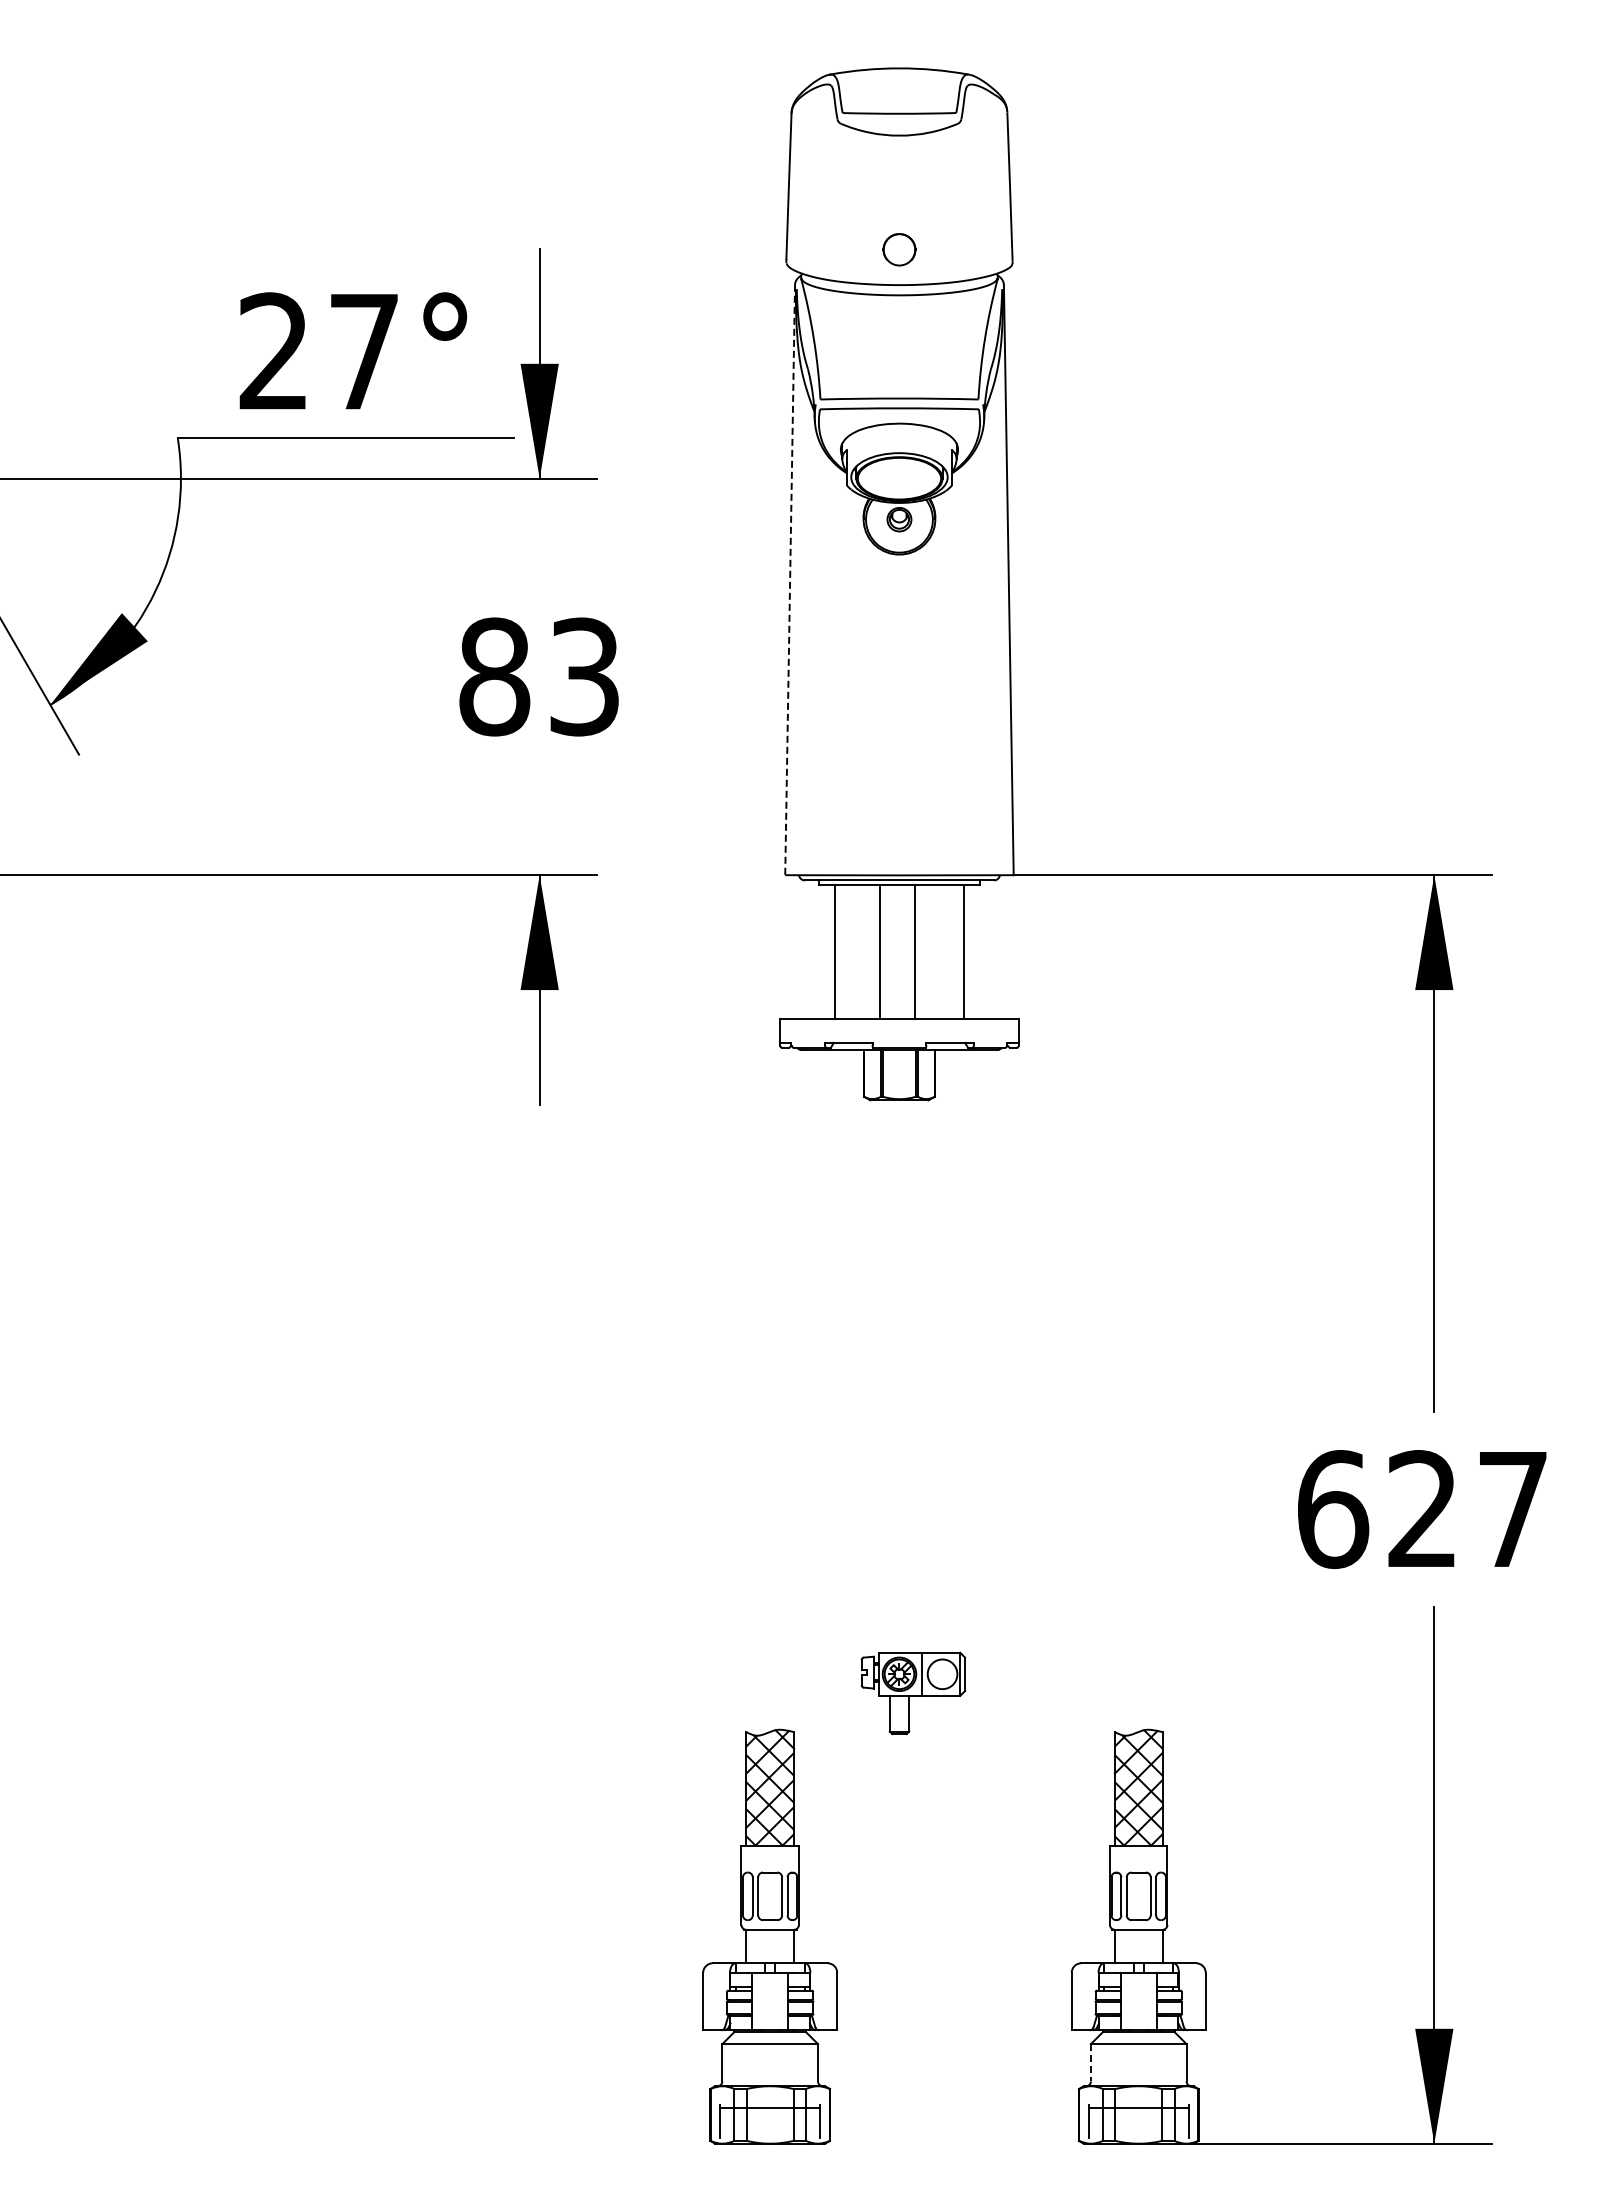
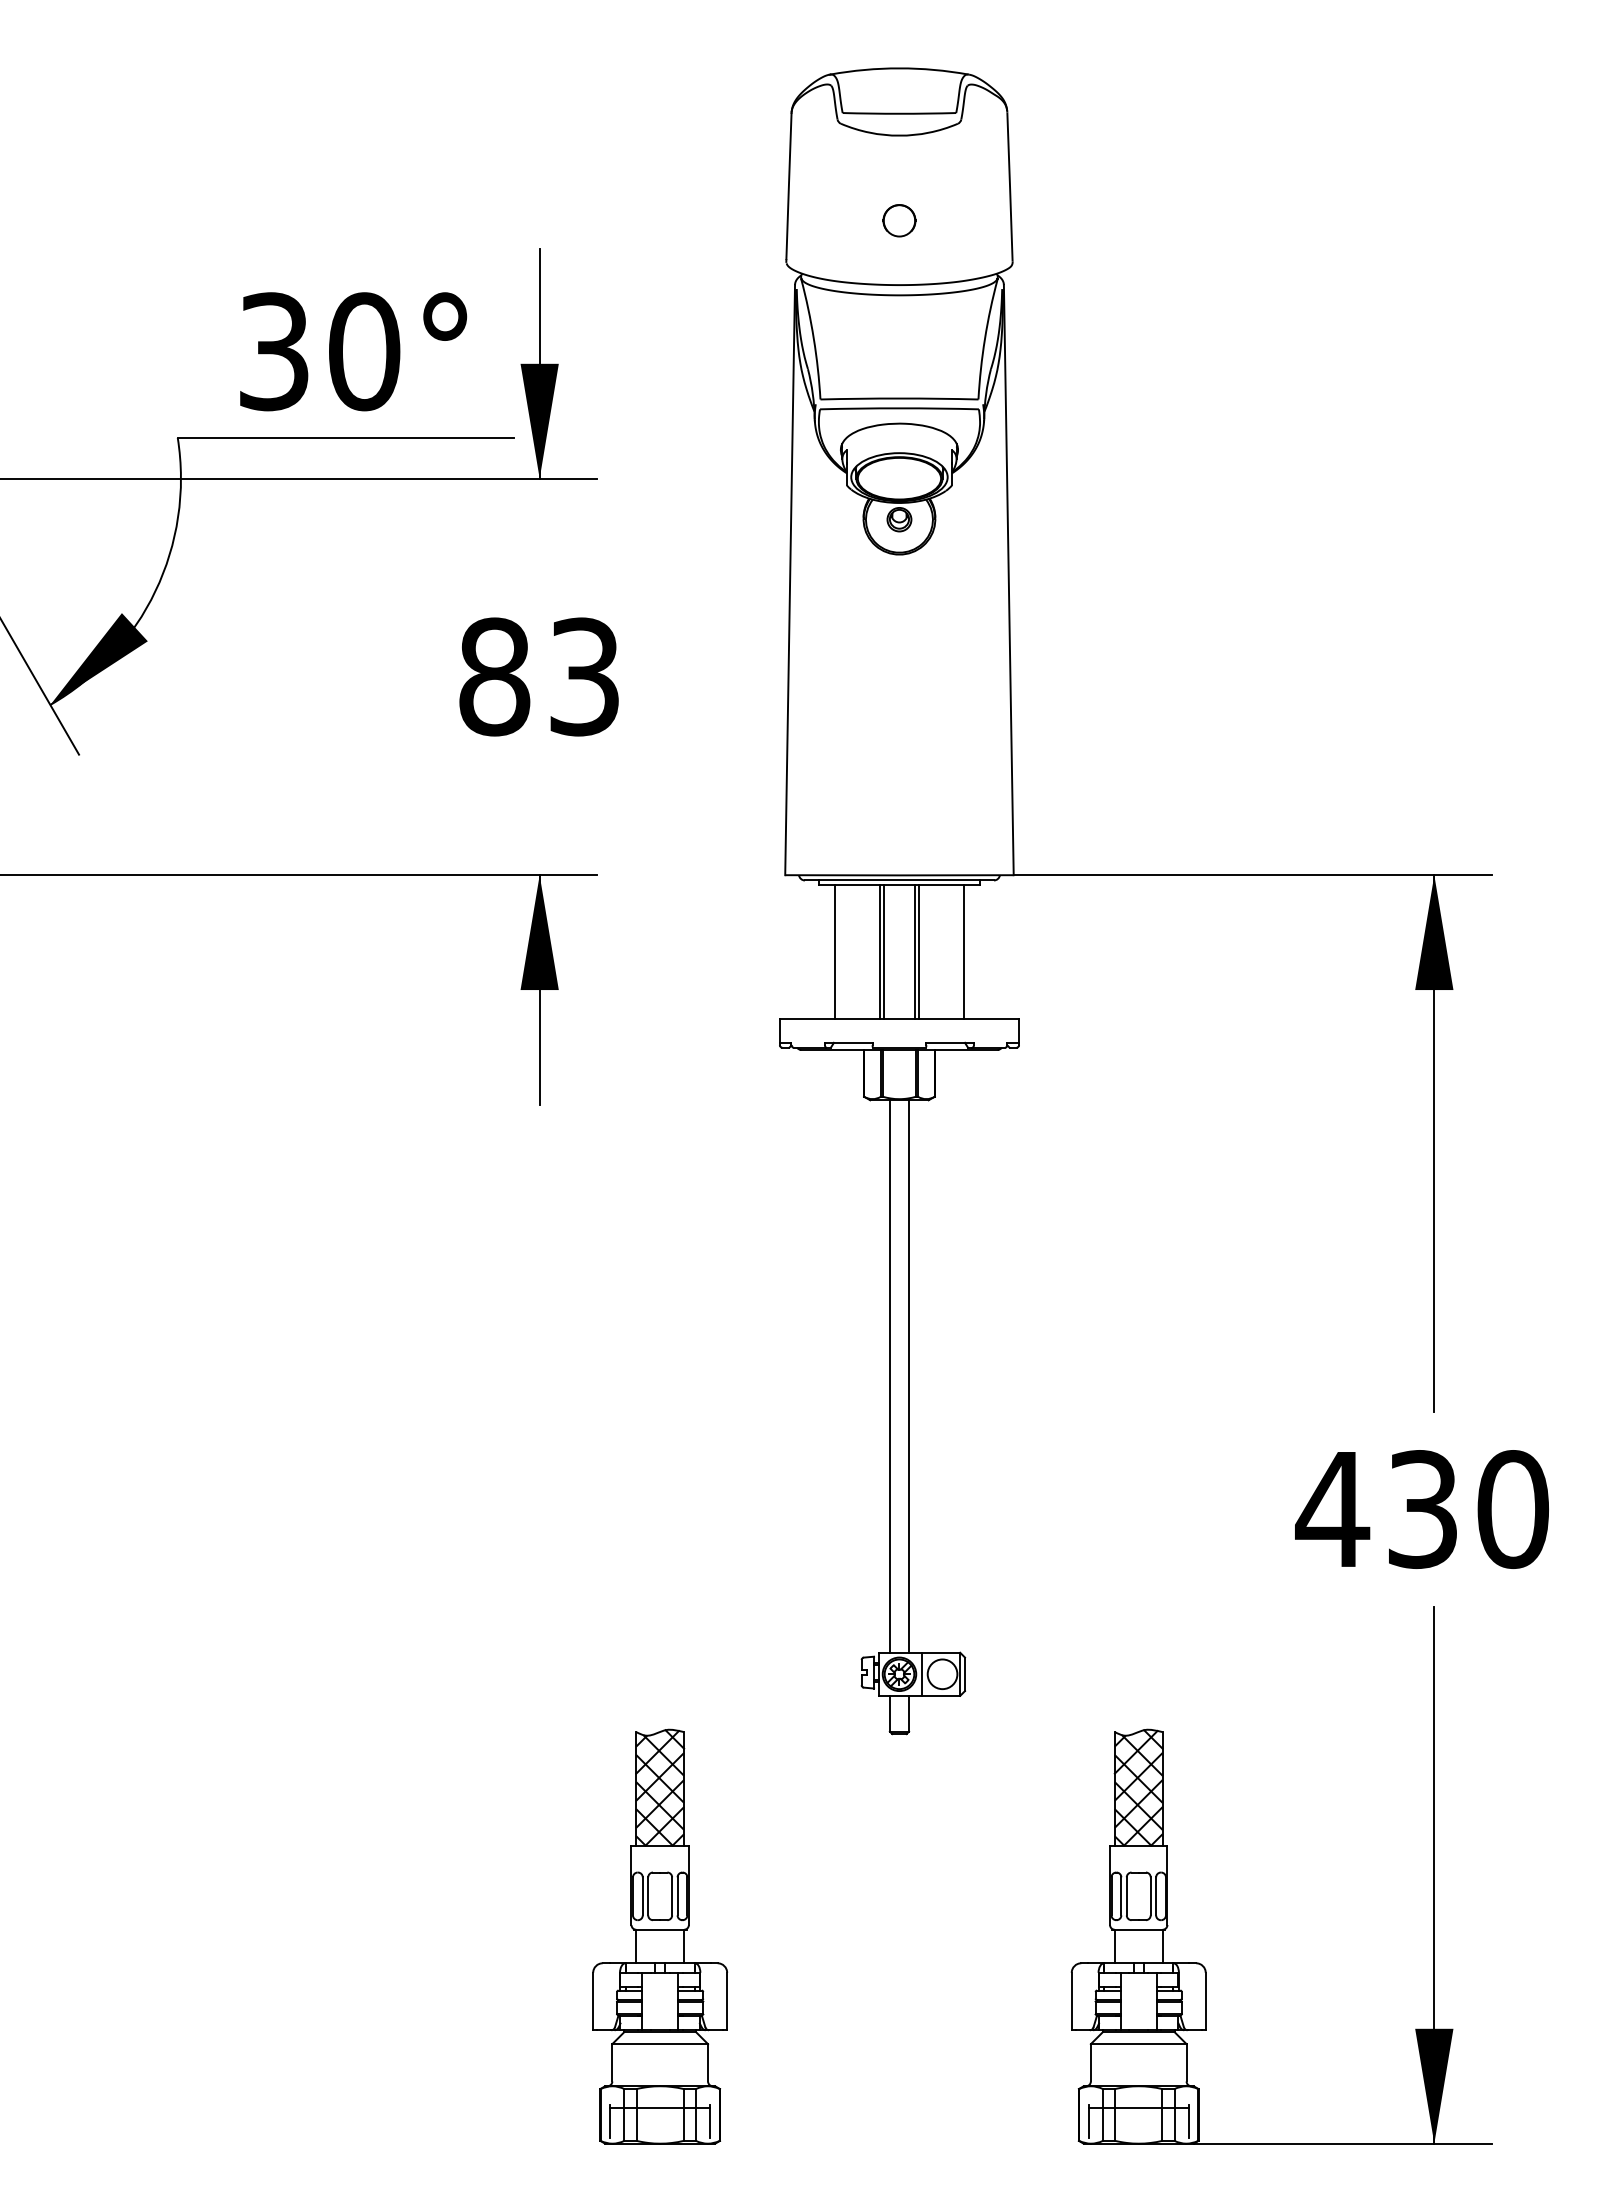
part at (899, 249) position: (899, 249) -> (899, 220)
text at (319, 351): 27° -> 30°
line at (790, 580): dashed -> solid
line at (883, 951): none -> present
line at (918, 951): none -> present
line at (889, 1376): none -> present
line at (909, 1376): none -> present
text at (1421, 1509): 627 -> 430
part at (769, 1936) position: (769, 1936) -> (659, 1936)
line at (1090, 2062): dashed -> solid
